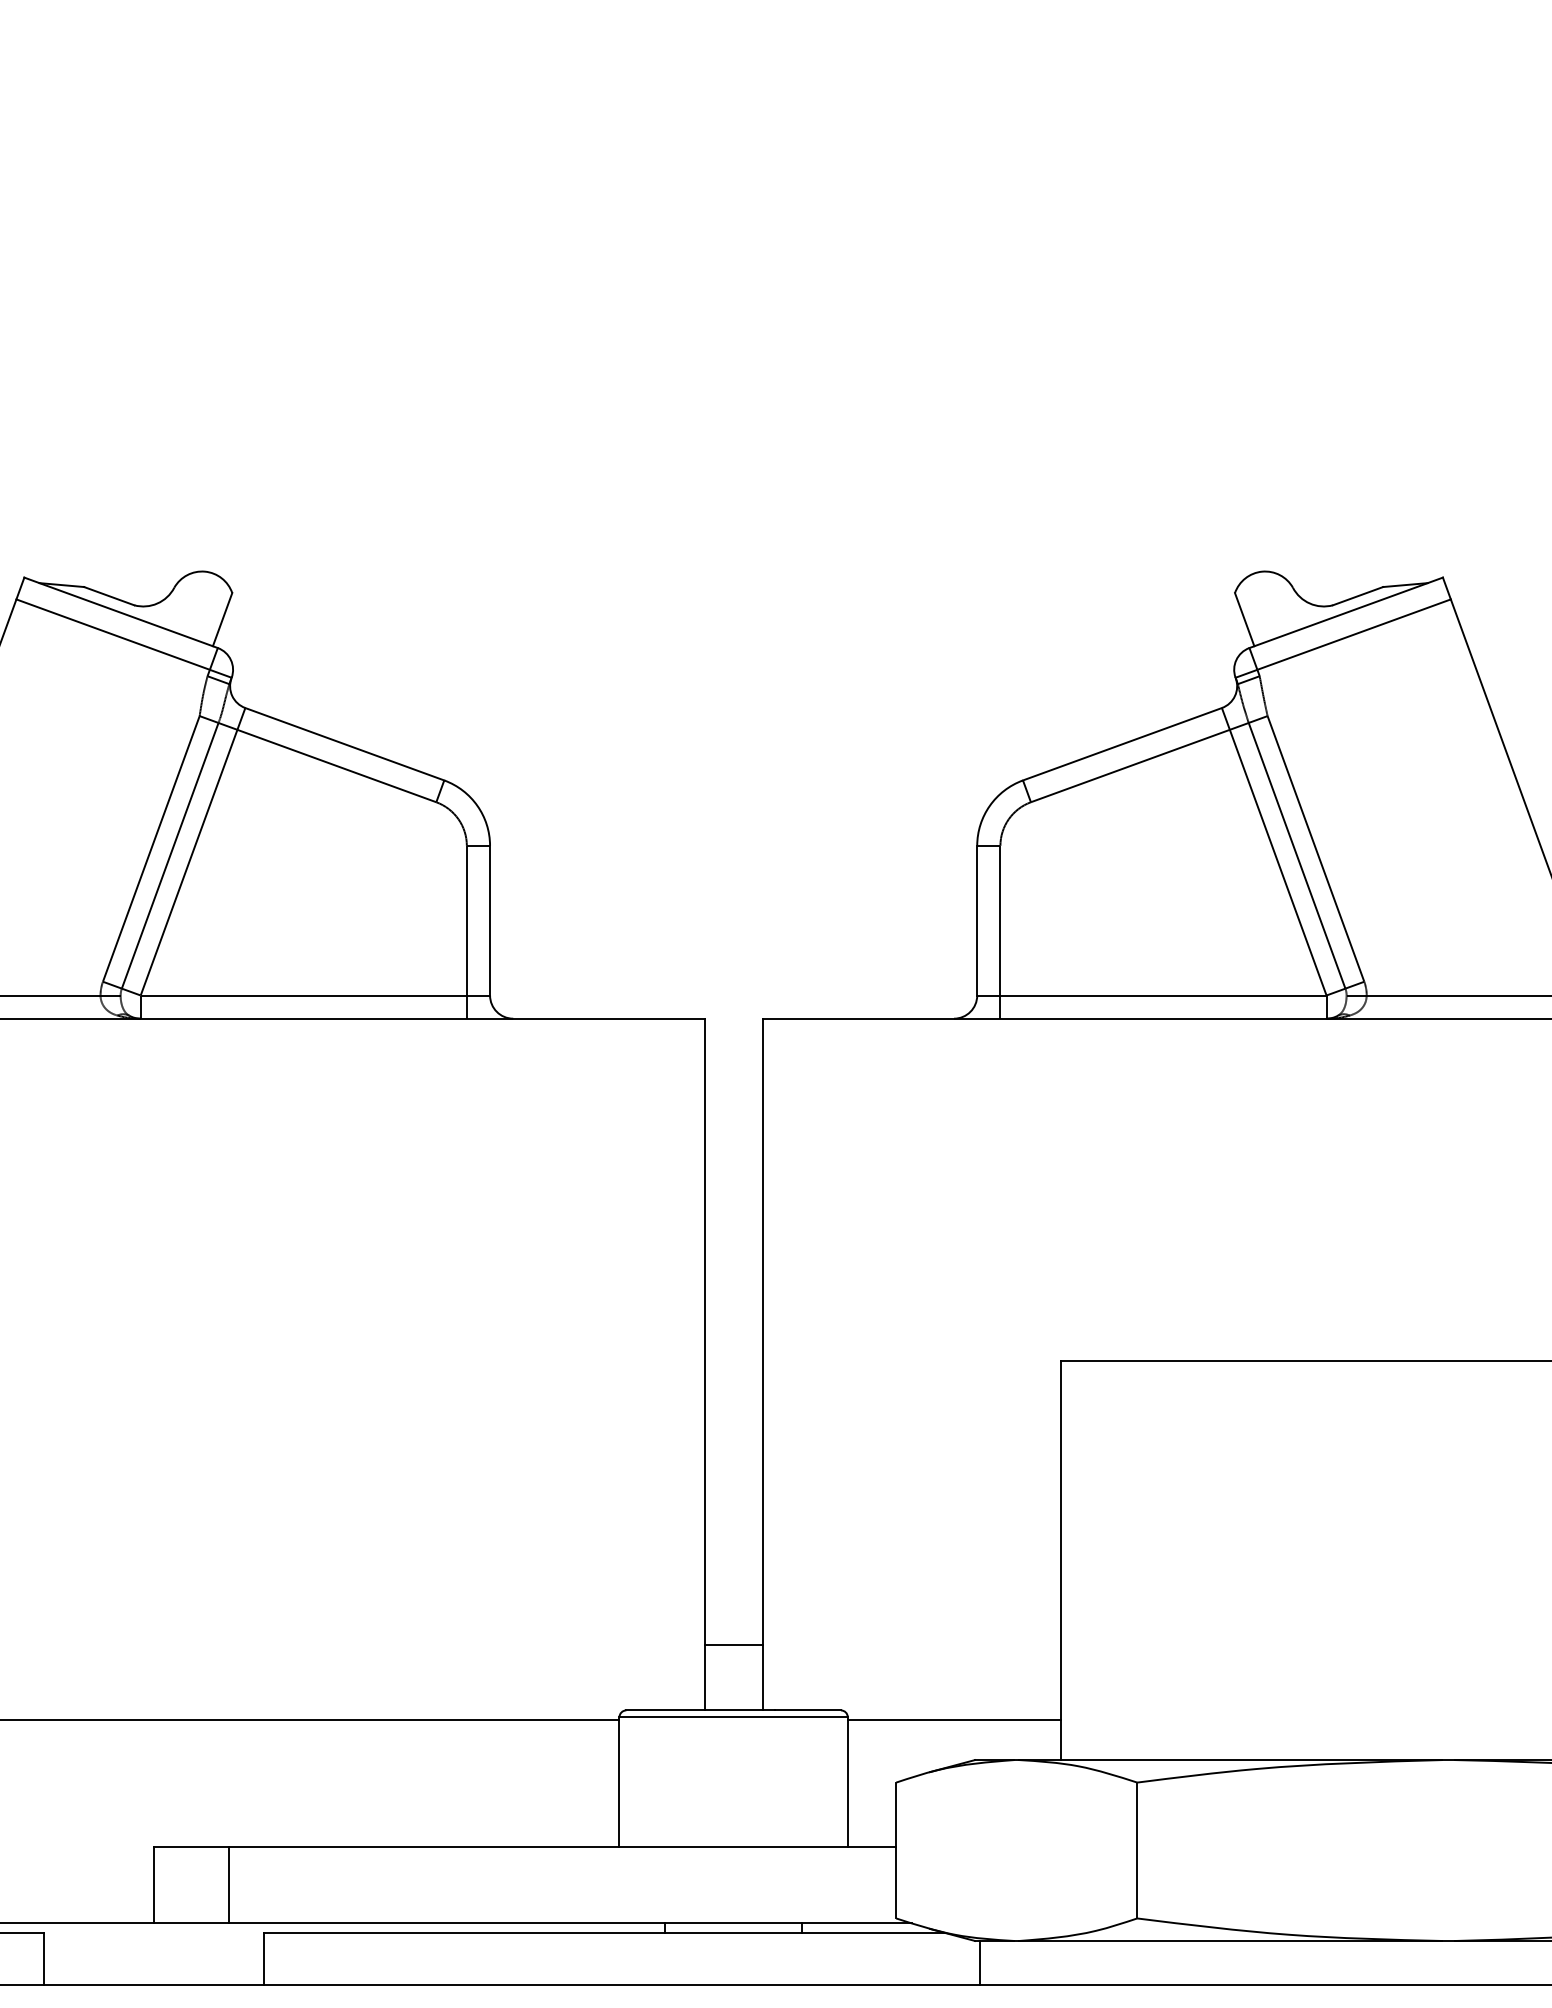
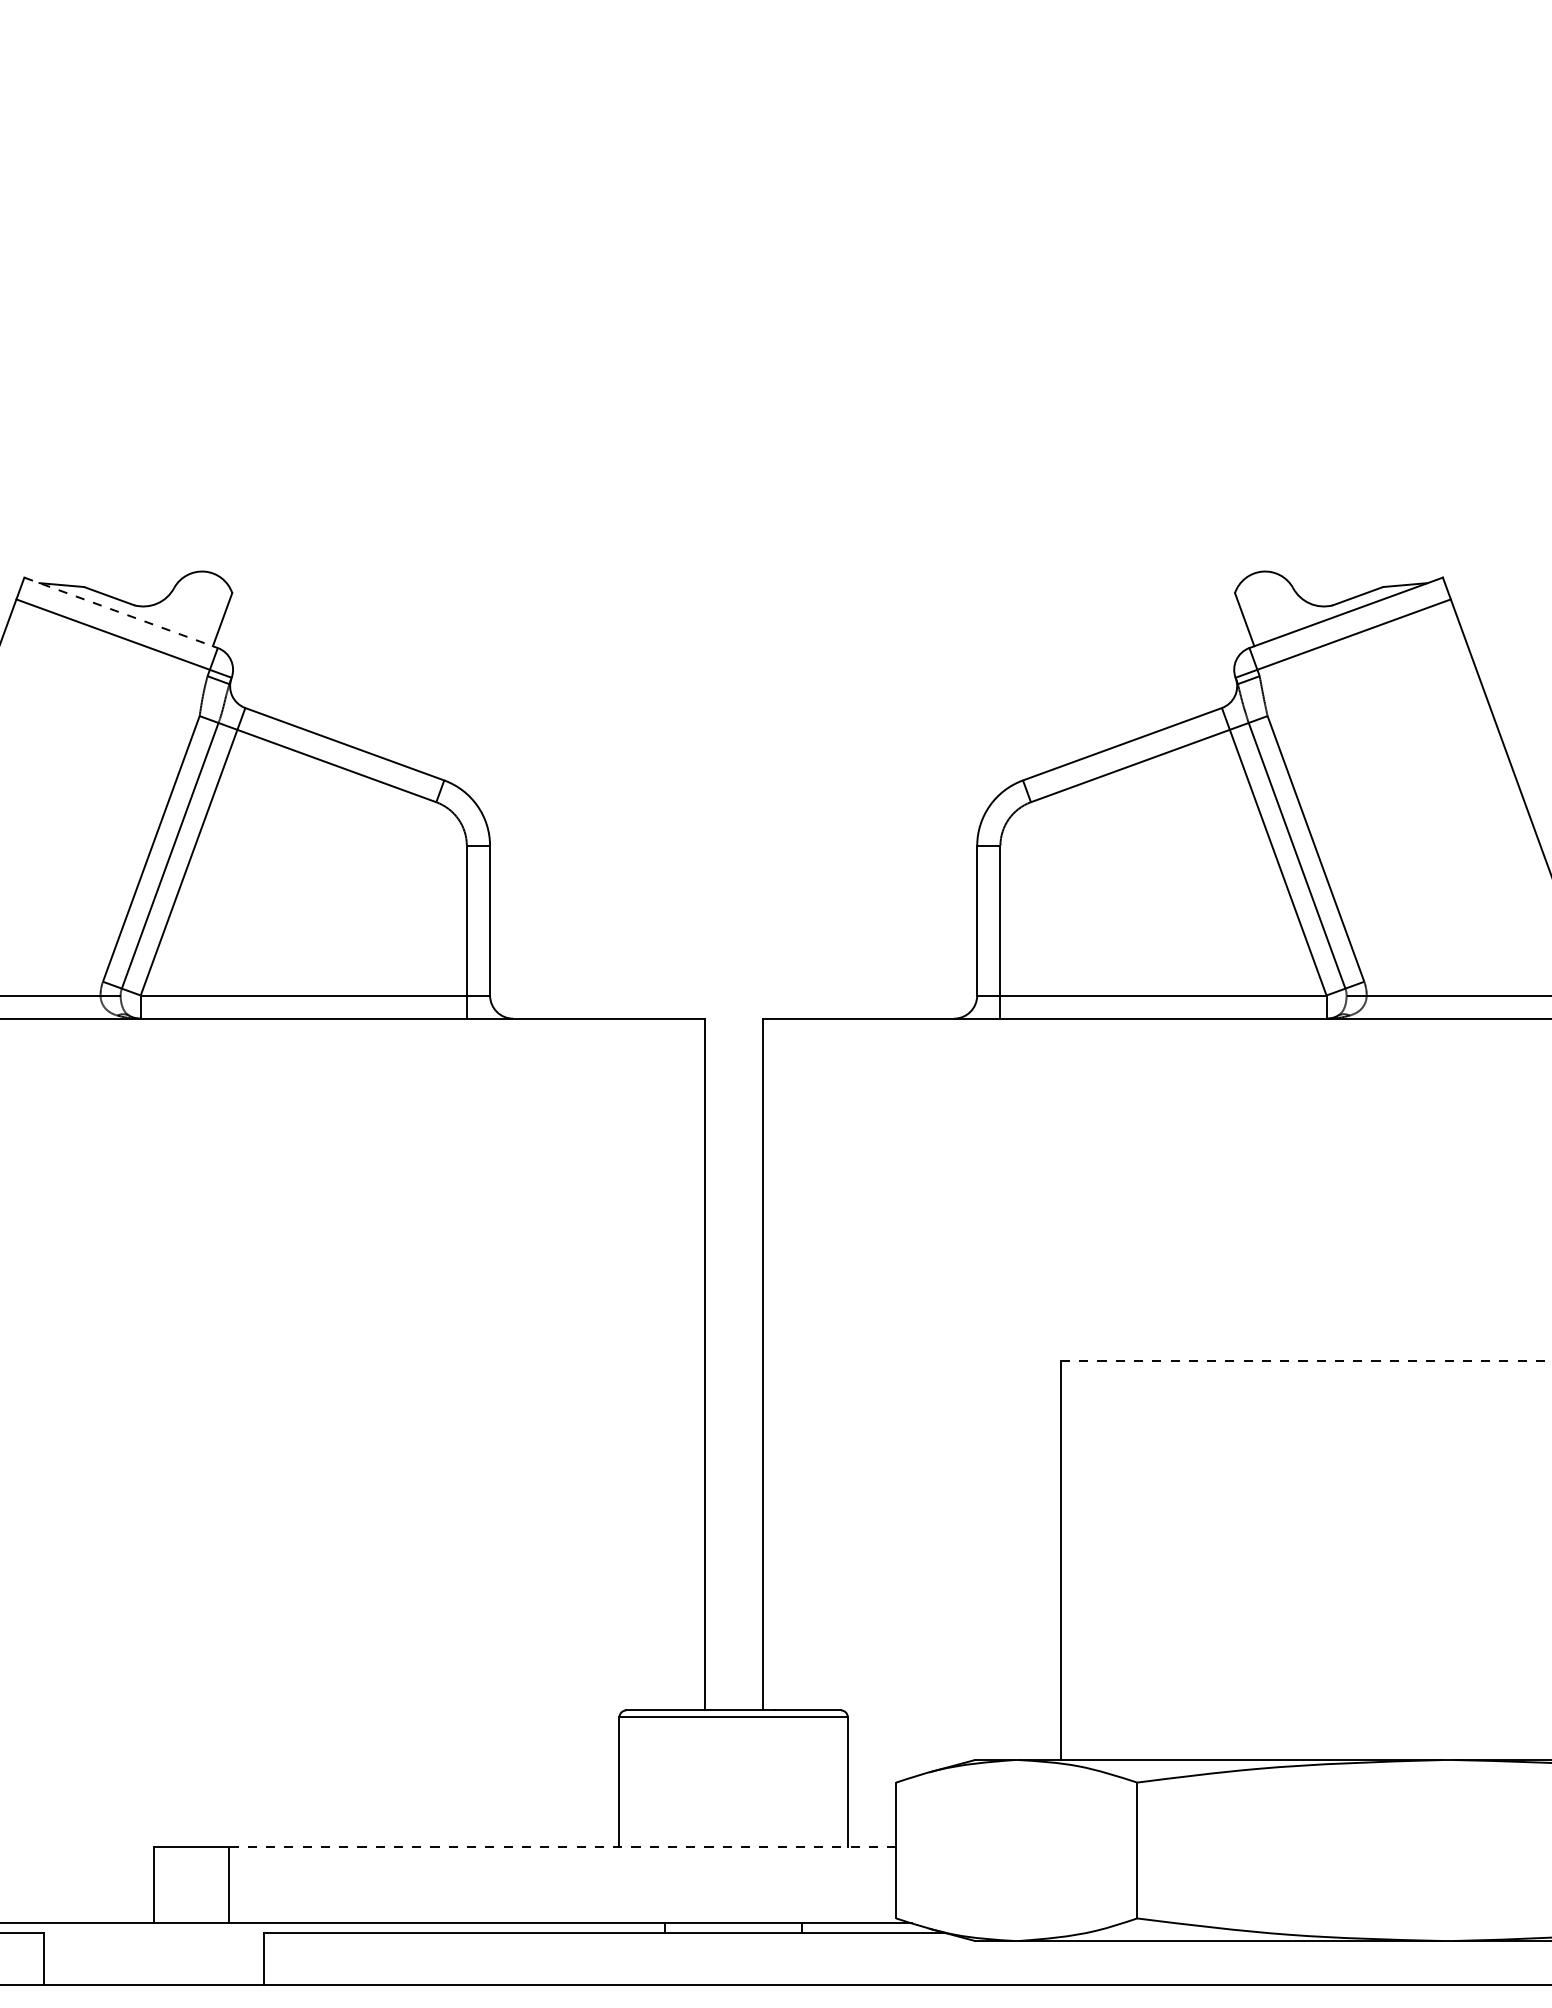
line at (121, 612): solid -> dashed
line at (1306, 1361): solid -> dashed
line at (733, 1644): present -> none
line at (310, 1719): present -> none
line at (953, 1719): present -> none
line at (562, 1847): solid -> dashed
line at (979, 1962): present -> none
